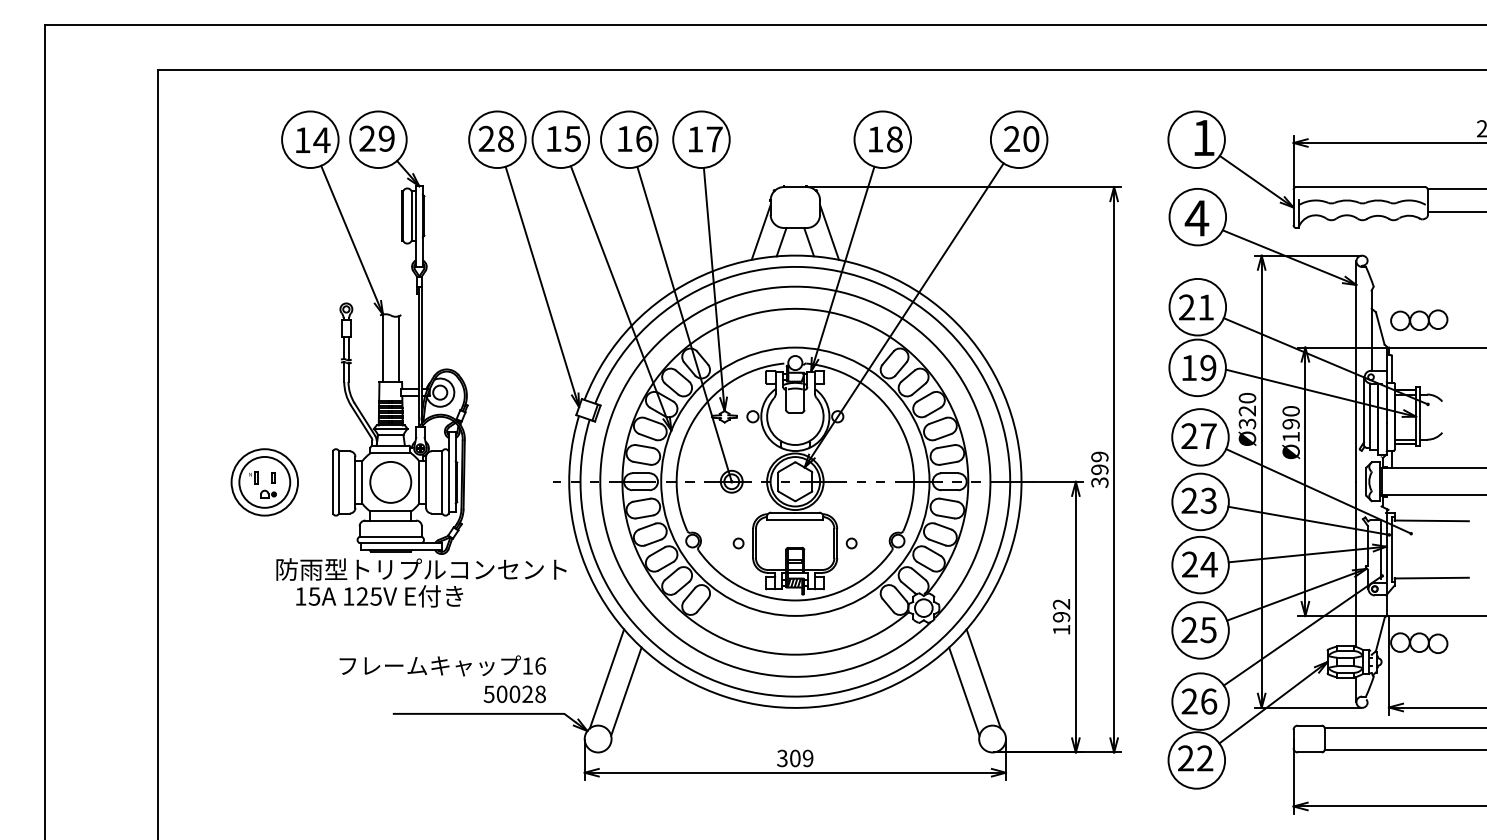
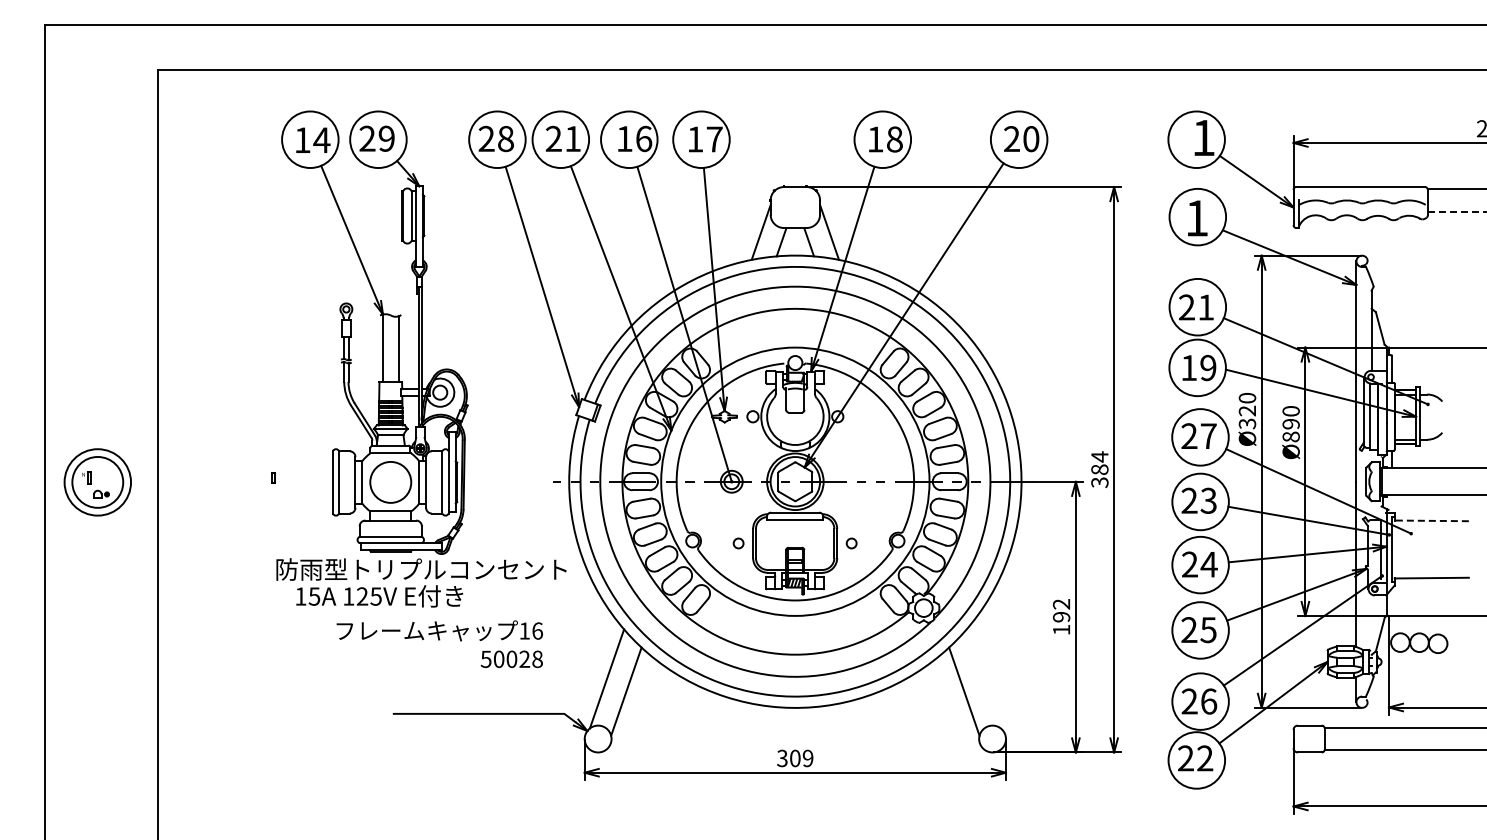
text at (562, 138): 15 -> 21
line at (1457, 211): solid -> dashed
text at (1196, 218): 4 -> 1
part at (1419, 320): present -> none
text at (1290, 436): Ø190 -> Ø890
text at (1099, 463): 399 -> 384
part at (264, 482) position: (264, 482) -> (97, 482)
line at (1431, 520): solid -> dashed
text at (442, 678) position: (442, 678) -> (439, 643)
line at (983, 678): present -> none
